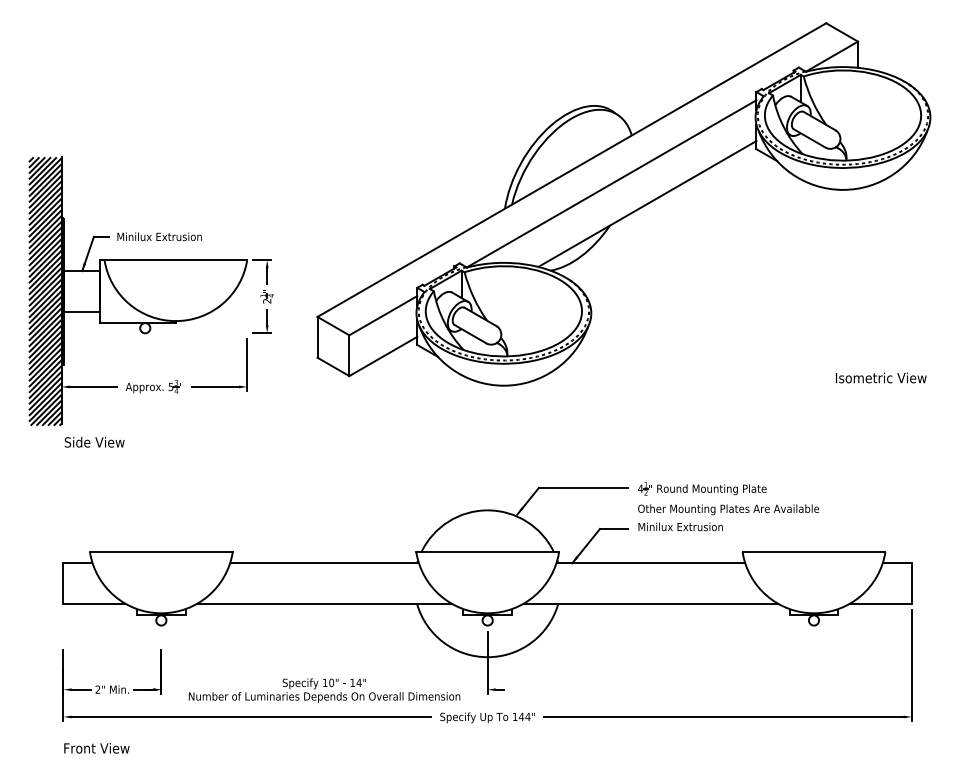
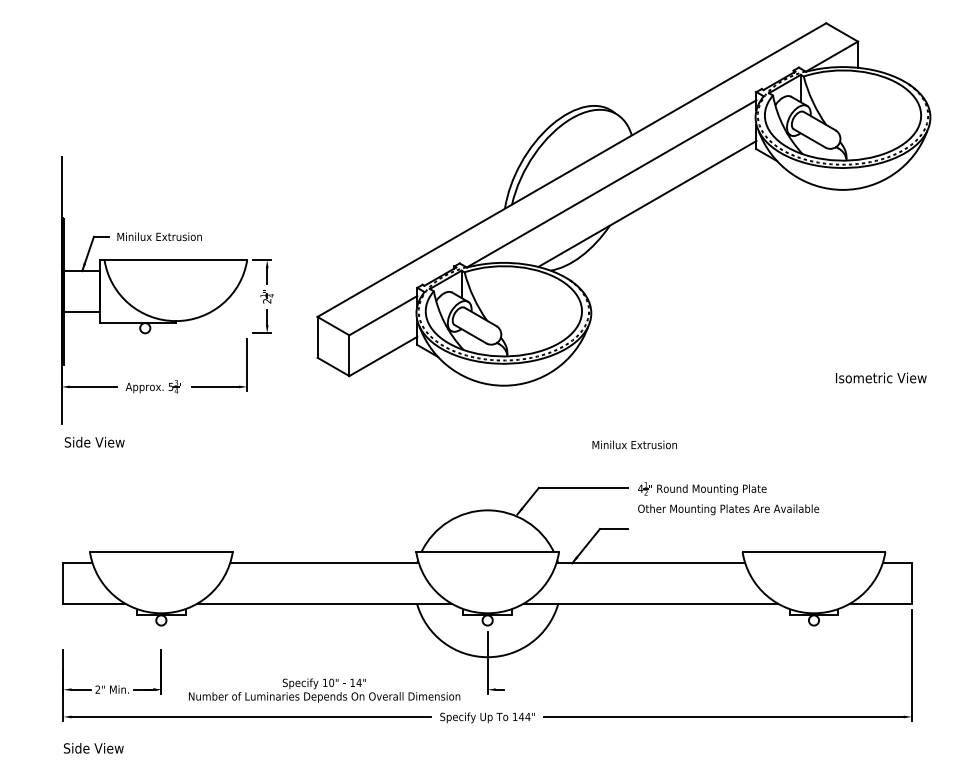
hatch at (45, 291): present -> none
text at (680, 526) position: (680, 526) -> (634, 444)
text at (96, 748): Front View -> Side View
